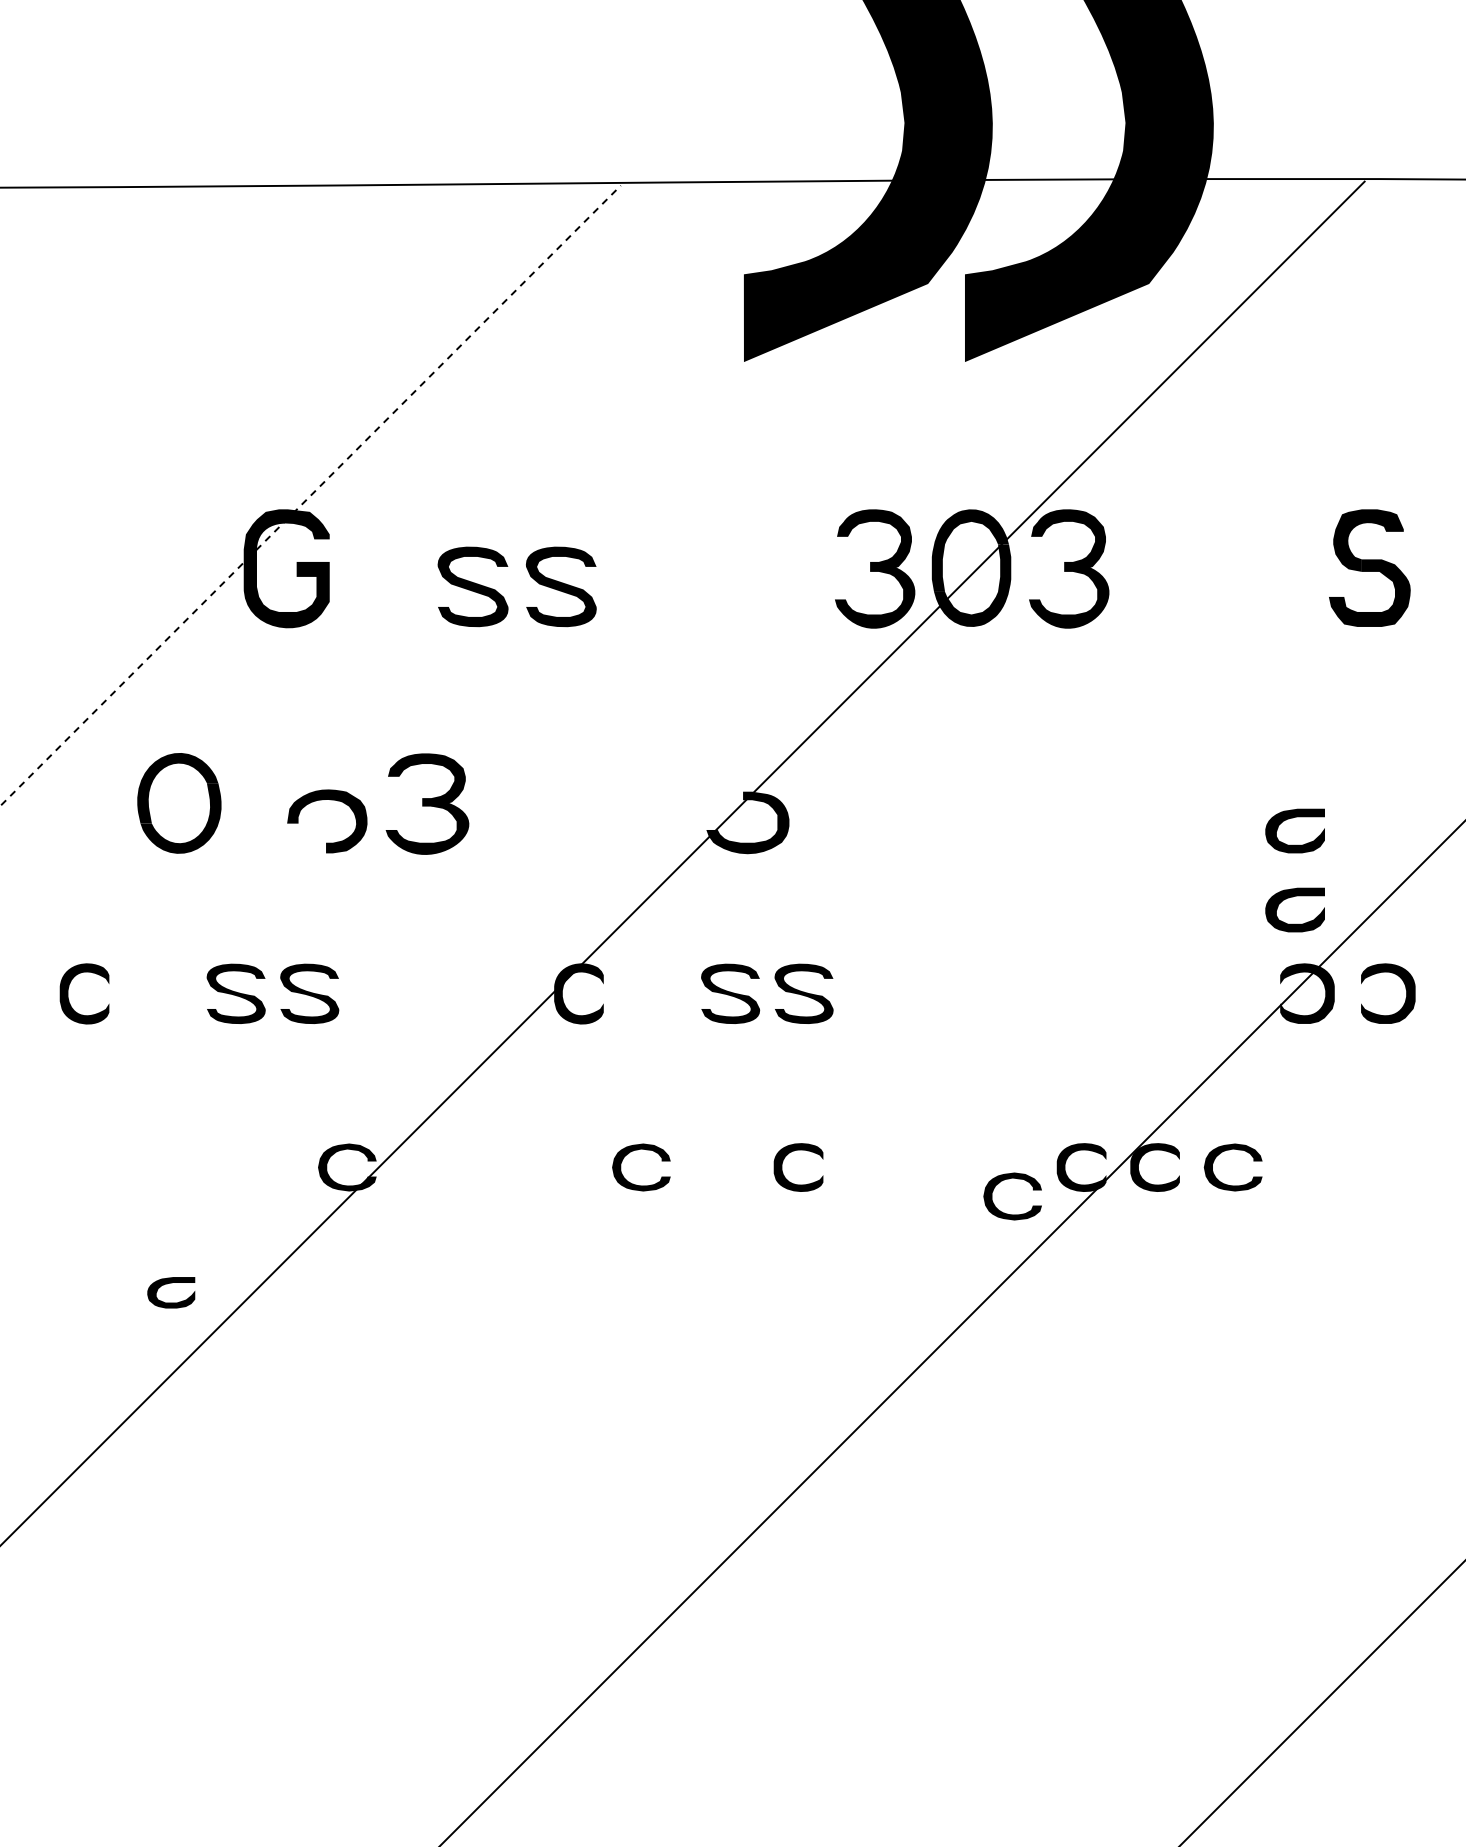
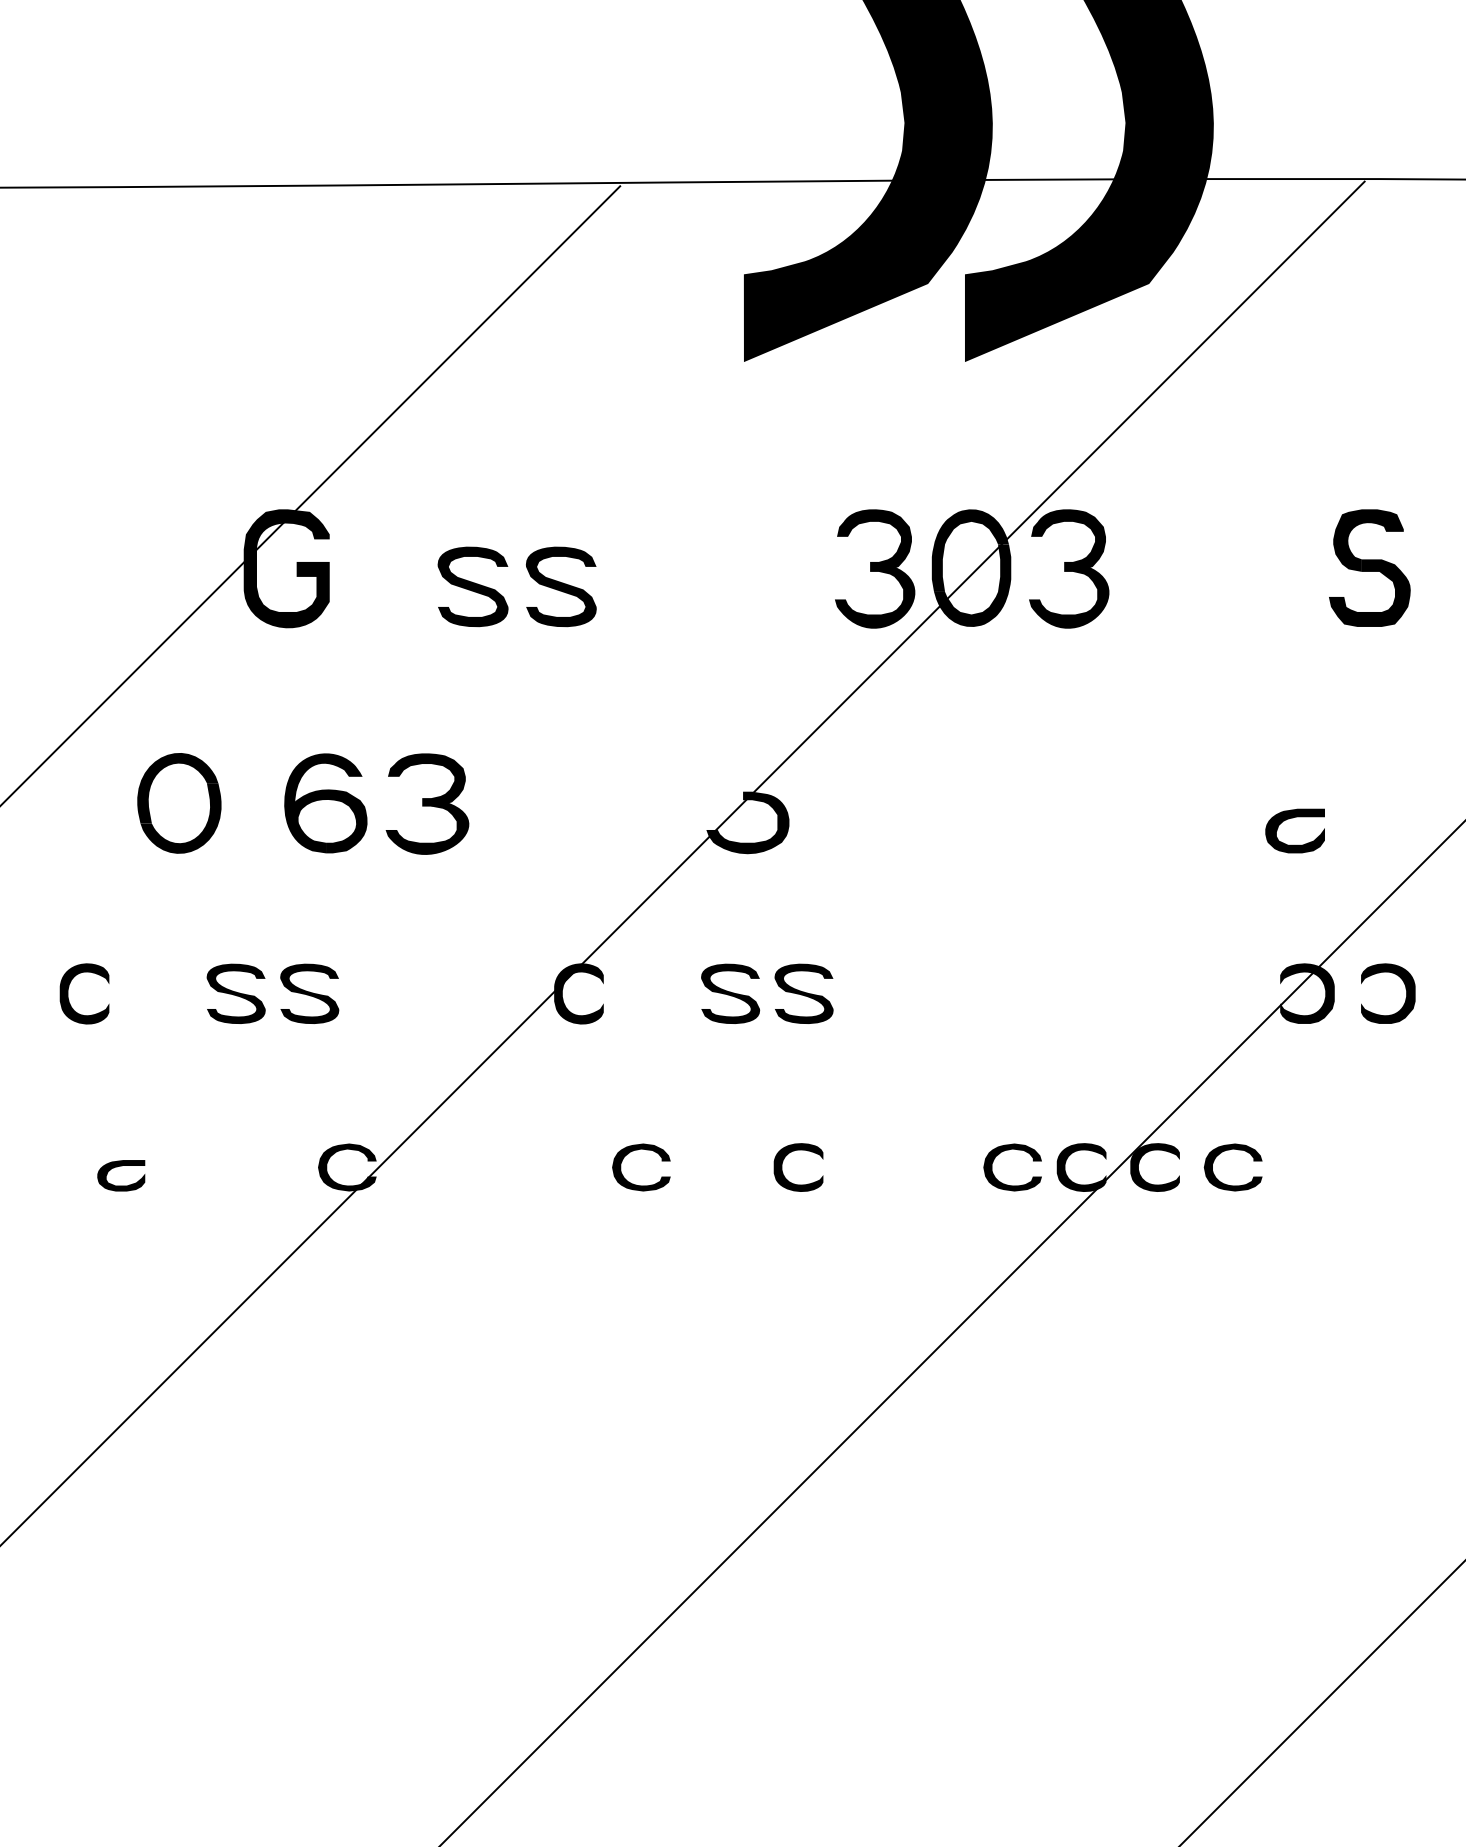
line at (310, 495): dashed -> solid
fill at (323, 803): none -> present
part at (1293, 897): present -> none
part at (1009, 1179) position: (1009, 1179) -> (1009, 1150)
part at (167, 1284) position: (167, 1284) -> (117, 1167)
